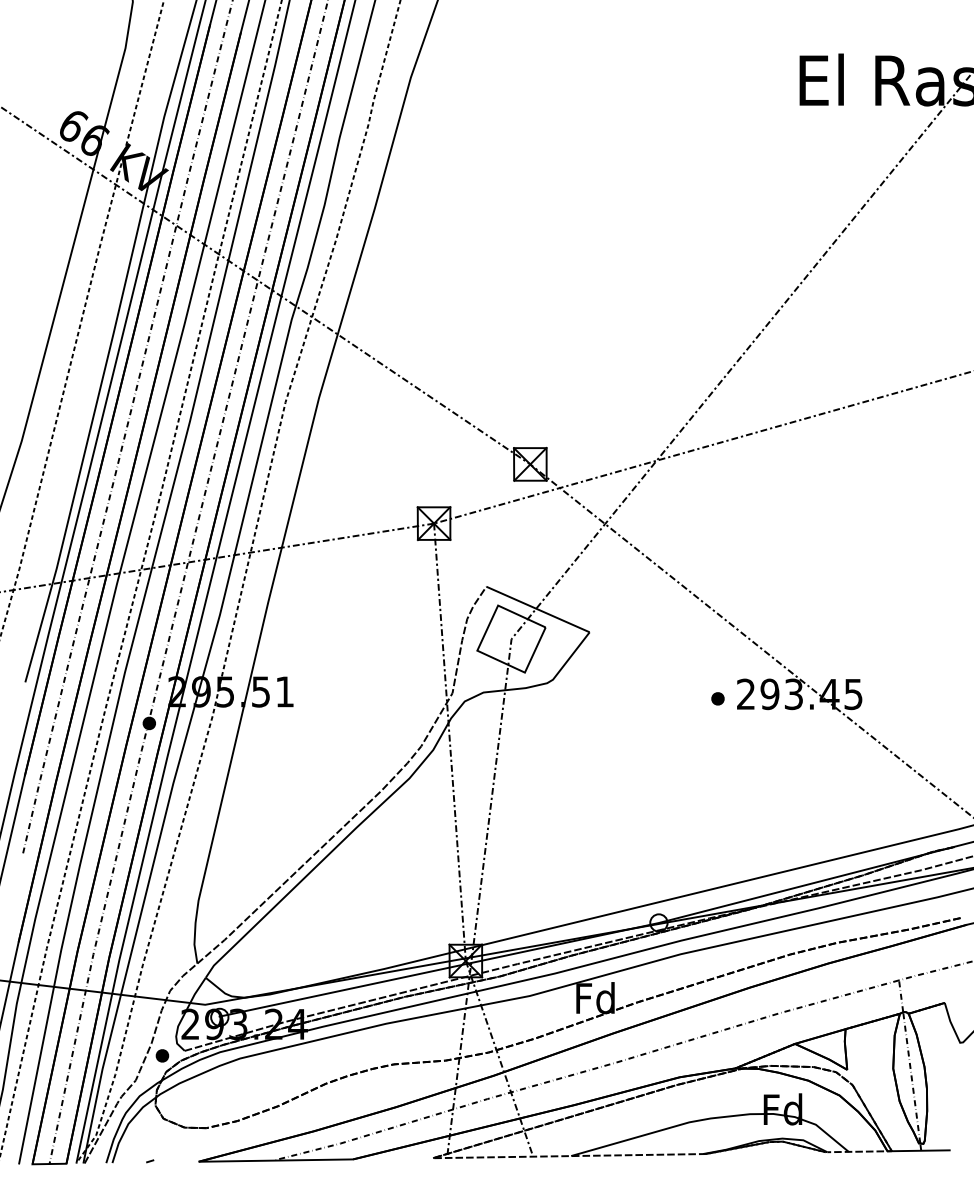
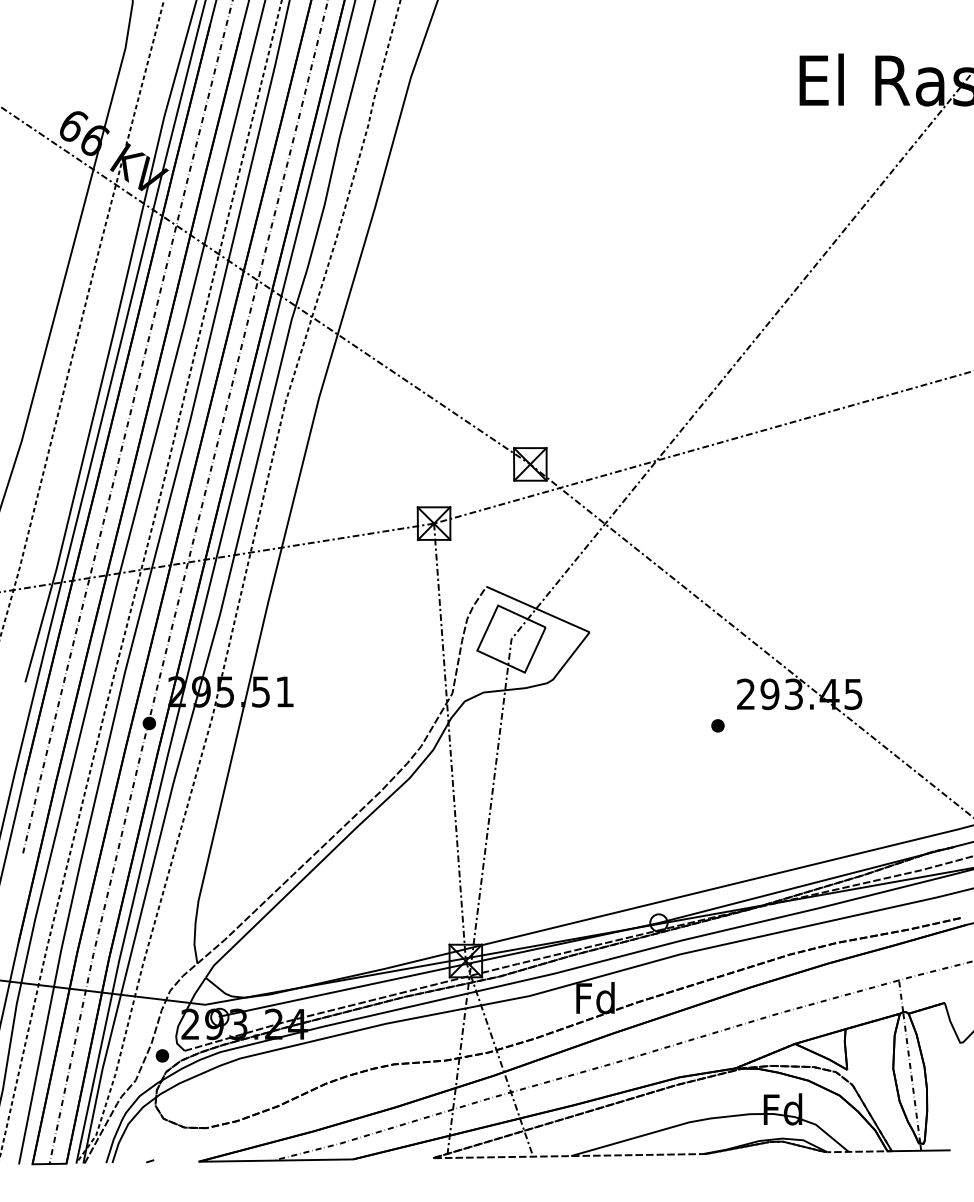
part at (717, 698) position: (717, 698) -> (717, 725)
